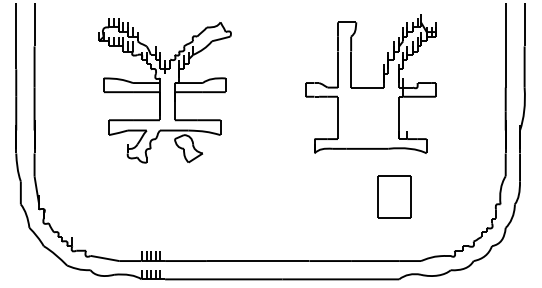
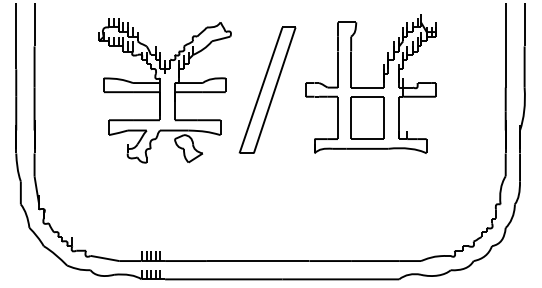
part at (267, 89): none -> present
part at (394, 196) position: (394, 196) -> (367, 117)
